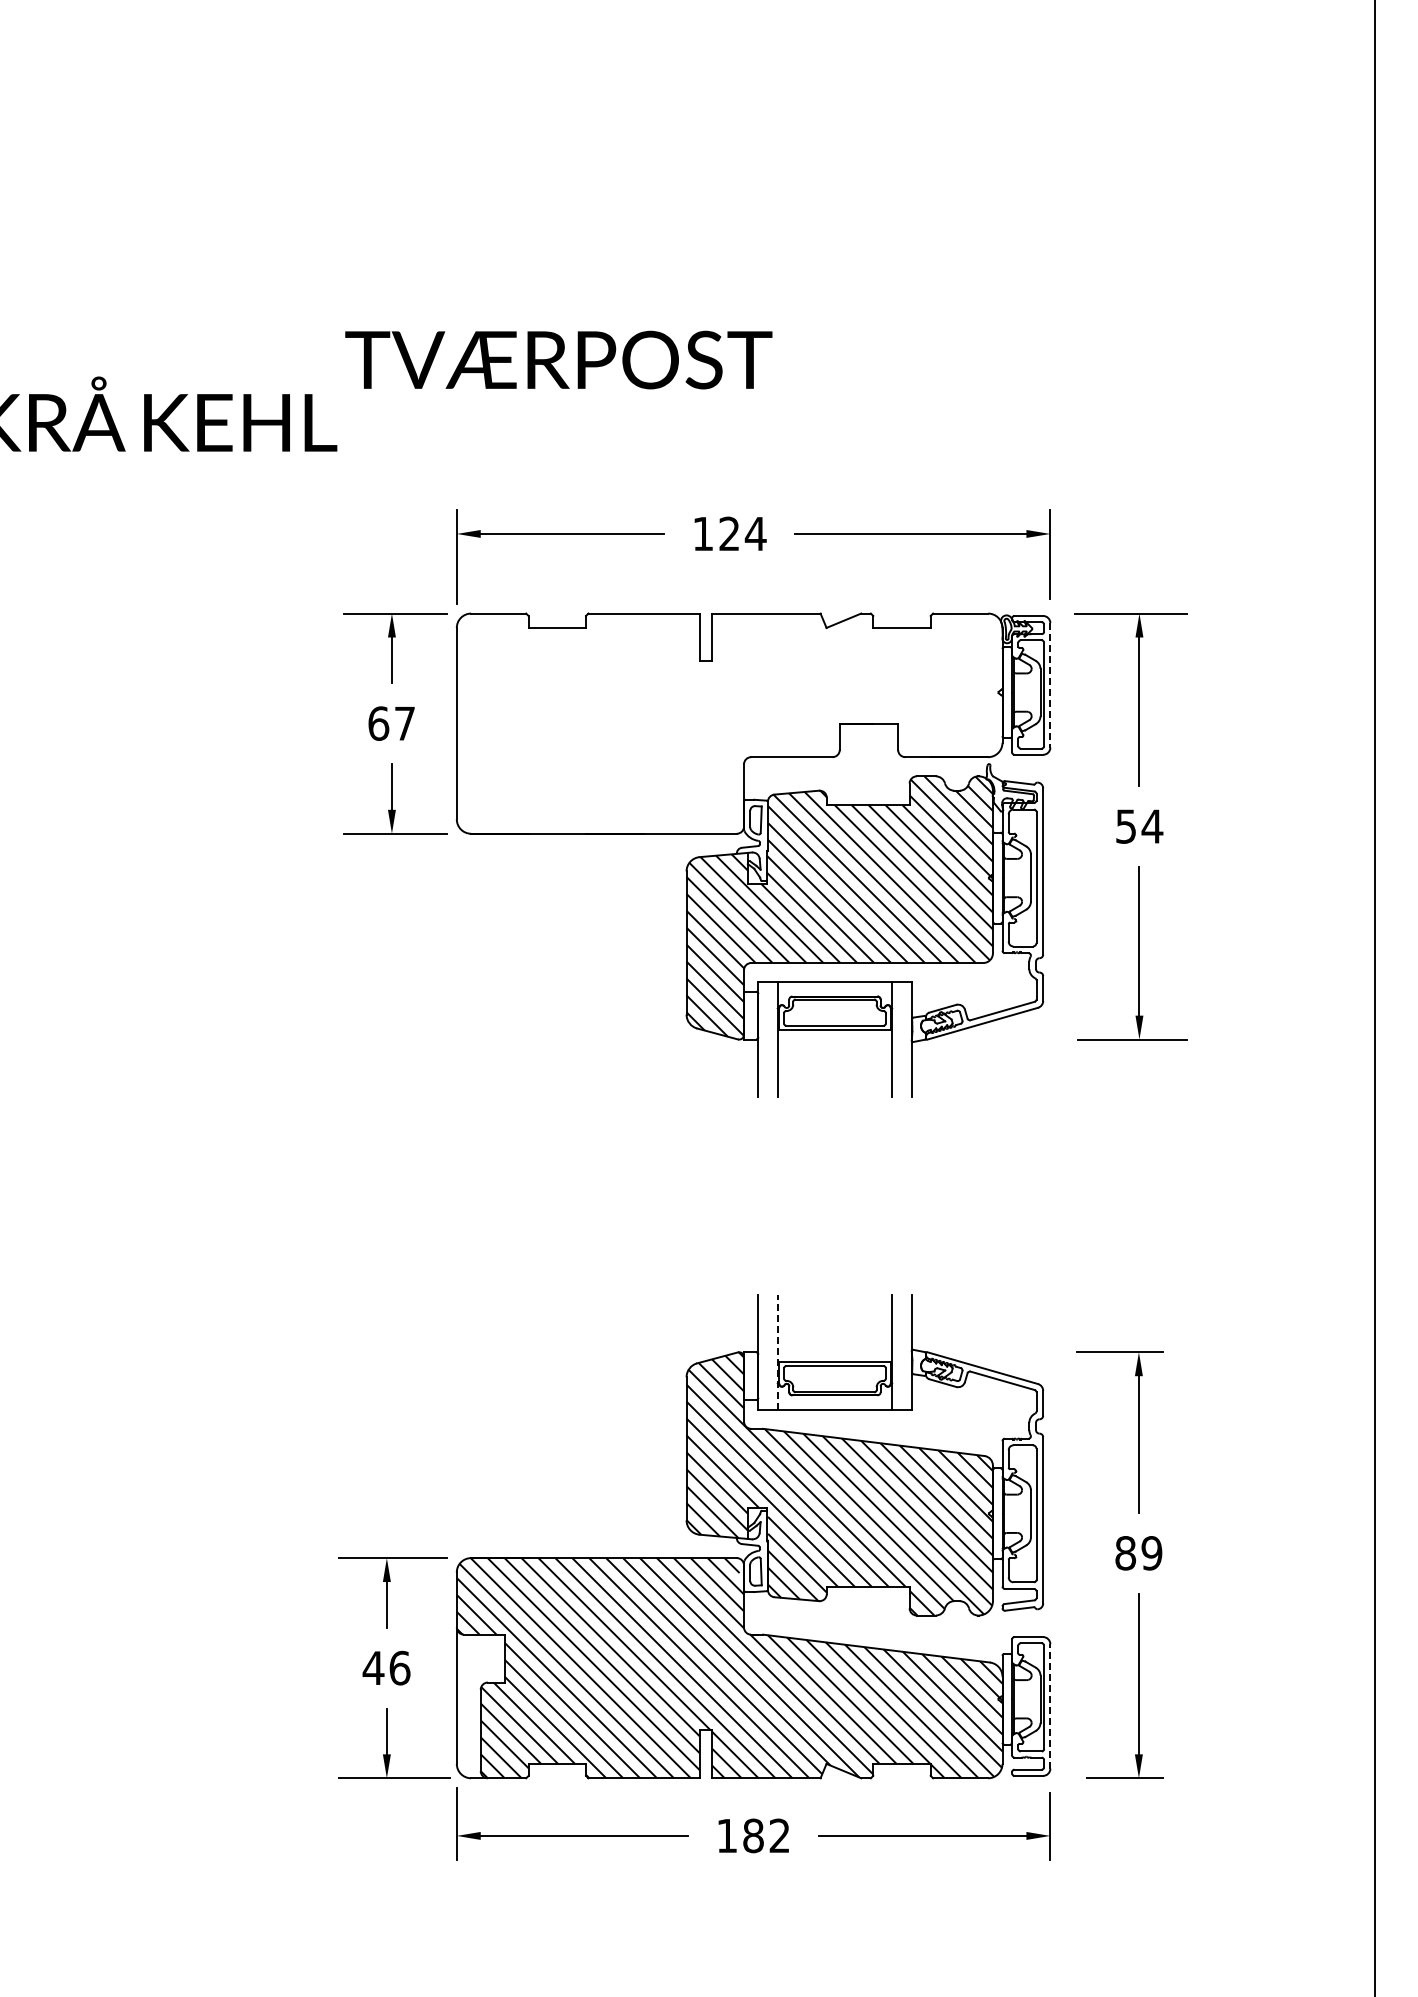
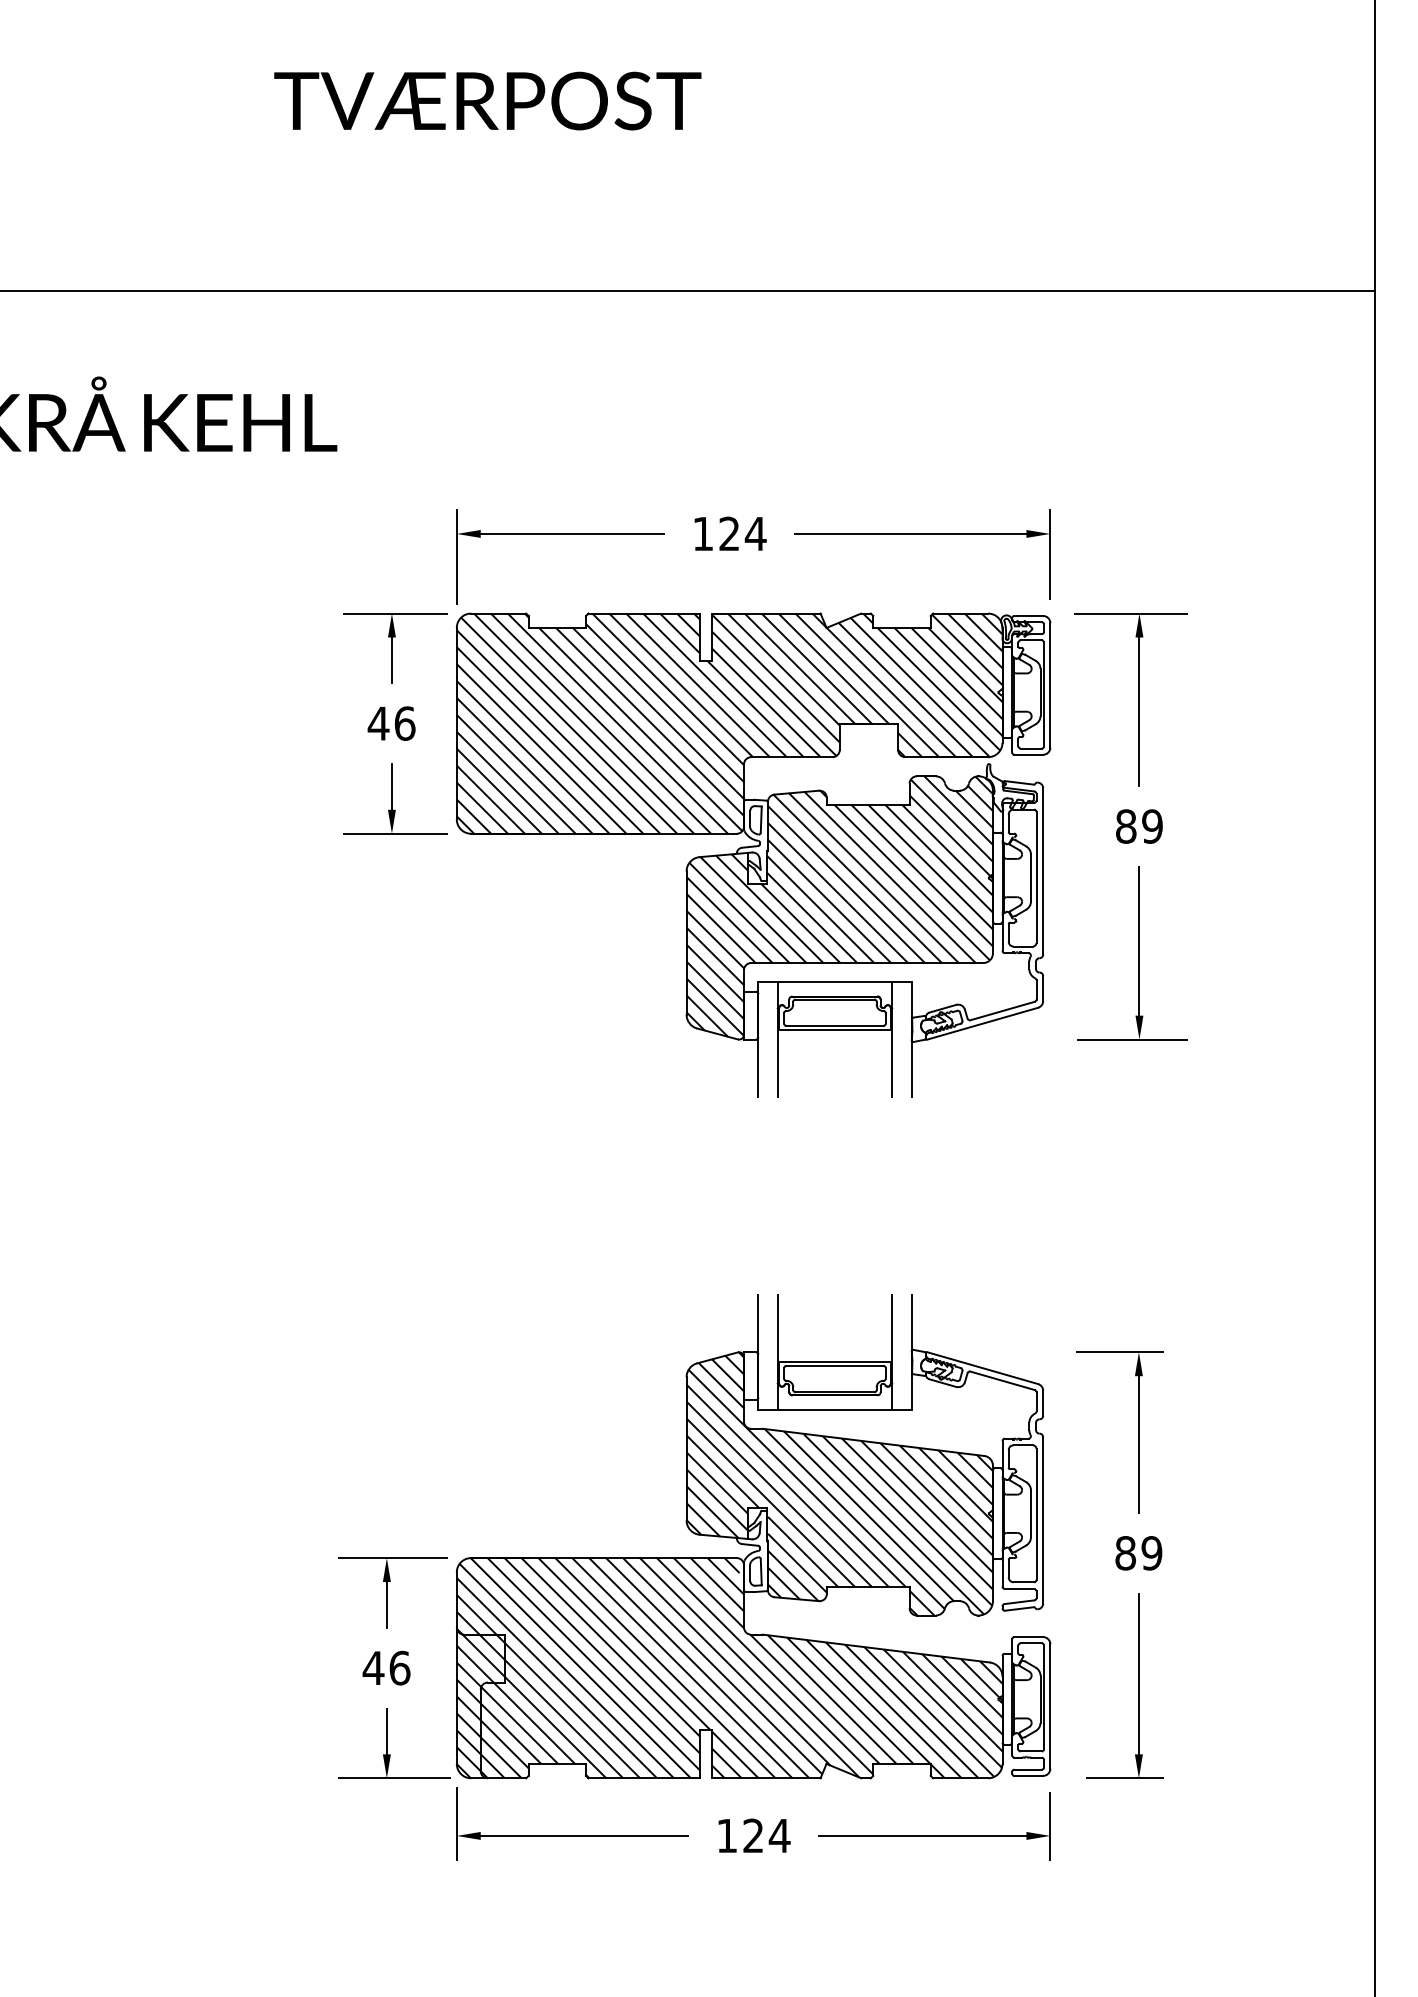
line at (688, 290): none -> present
text at (558, 359) position: (558, 359) -> (487, 100)
line at (1050, 685): dashed -> solid
text at (391, 723): 67 -> 46
hatch at (729, 723): none -> present
text at (1139, 826): 54 -> 89
line at (777, 1351): dashed -> solid
hatch at (480, 1703): none -> present
line at (1050, 1705): dashed -> solid
text at (766, 1835): 182 -> 124
